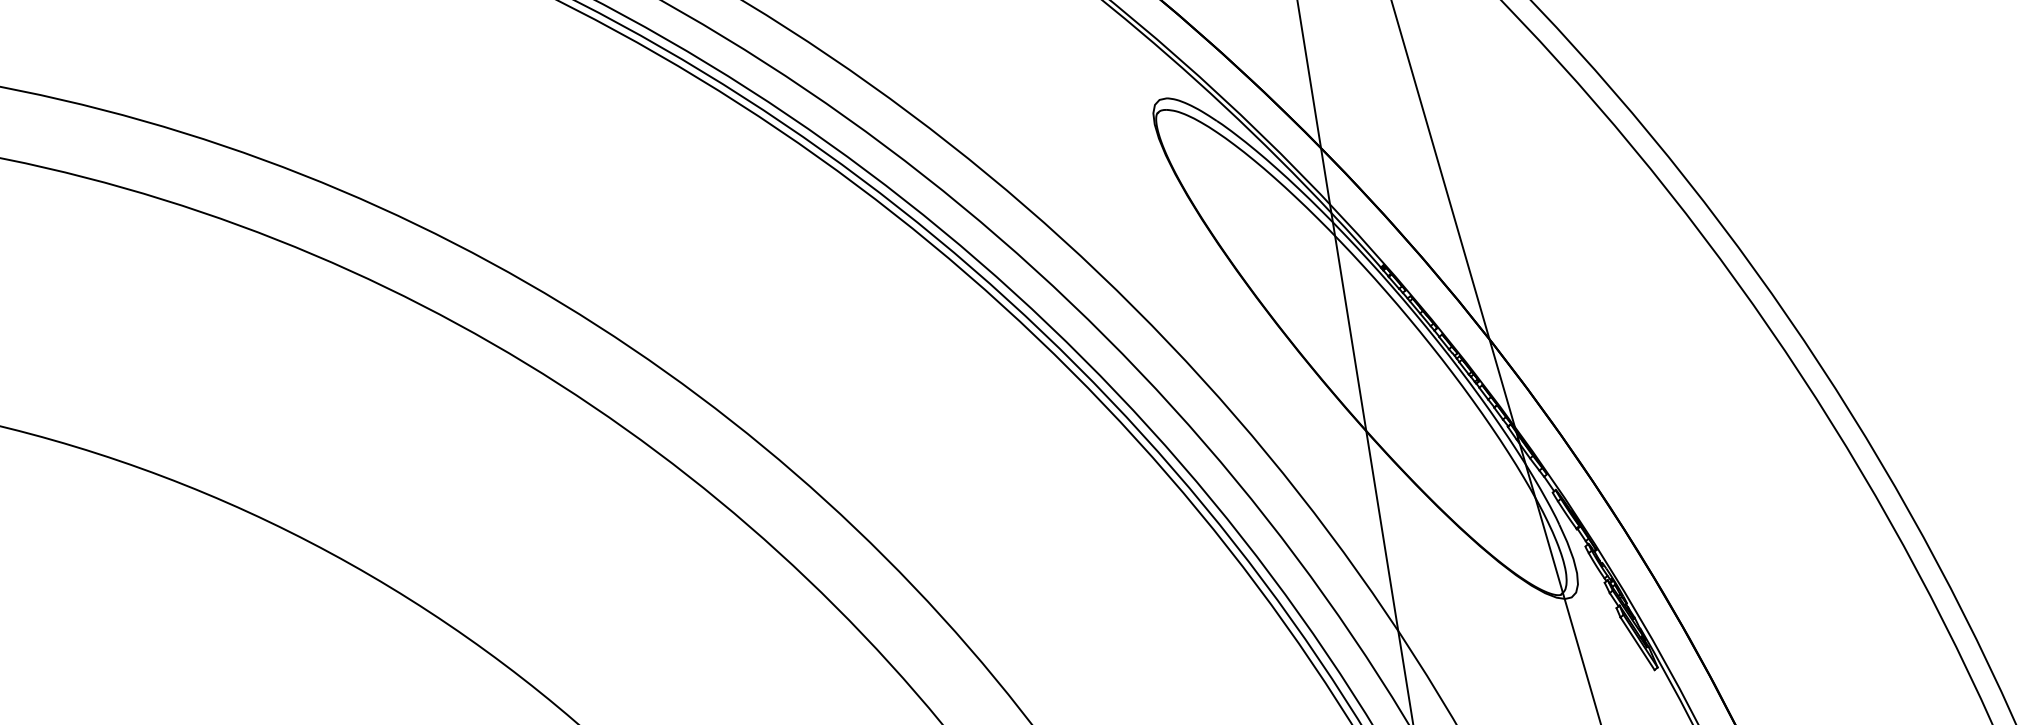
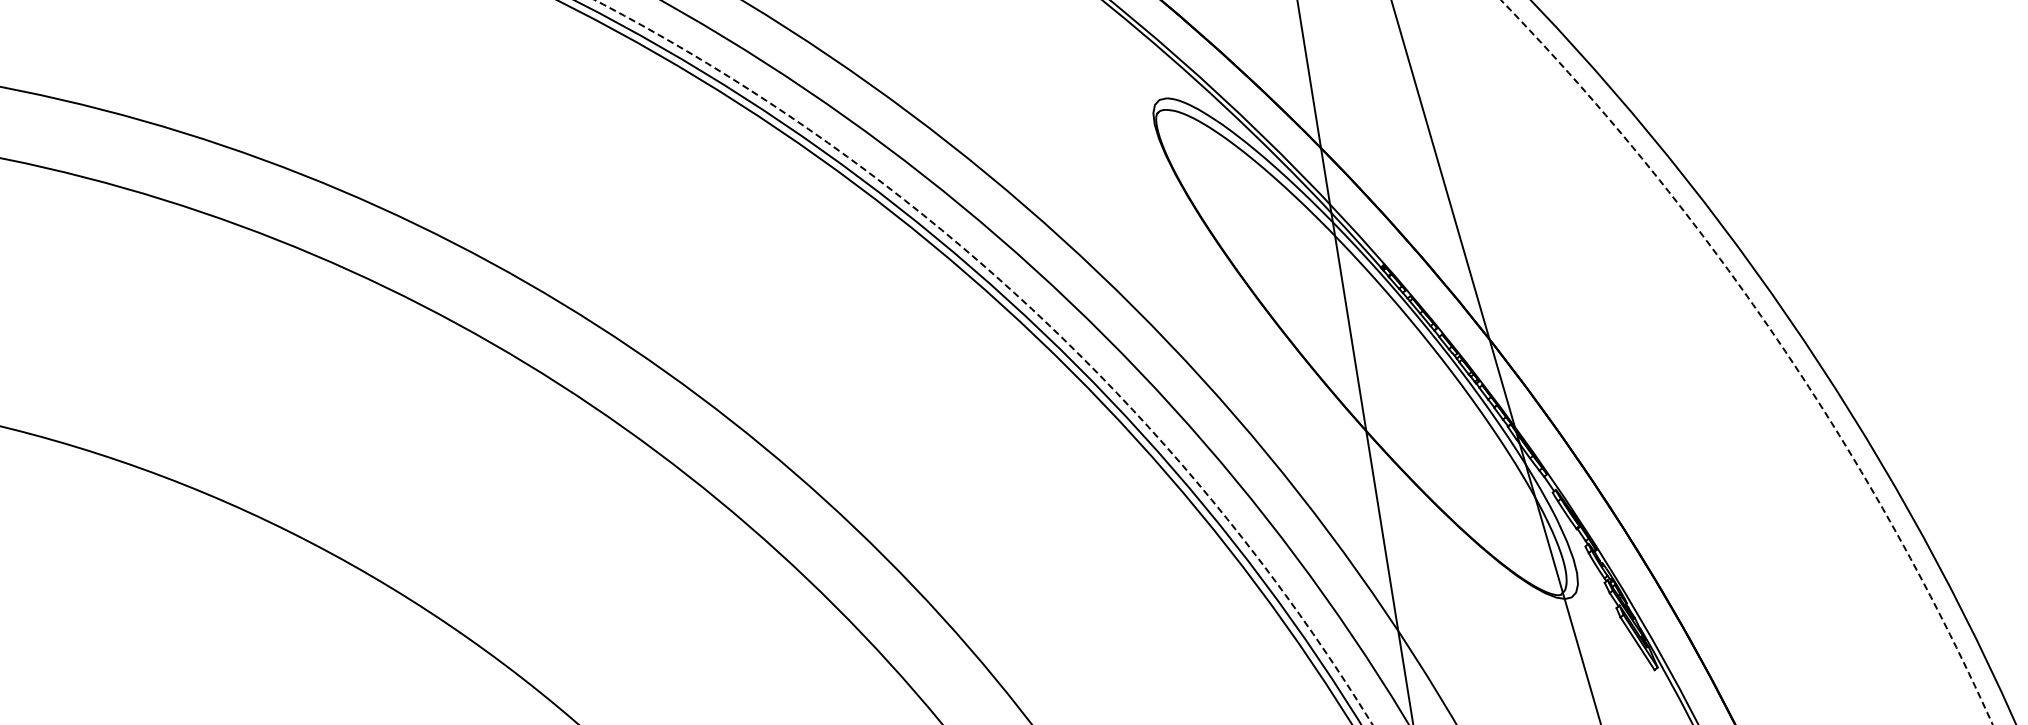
arc at (1776, 338): solid -> dashed
circle at (983, 362): solid -> dashed
